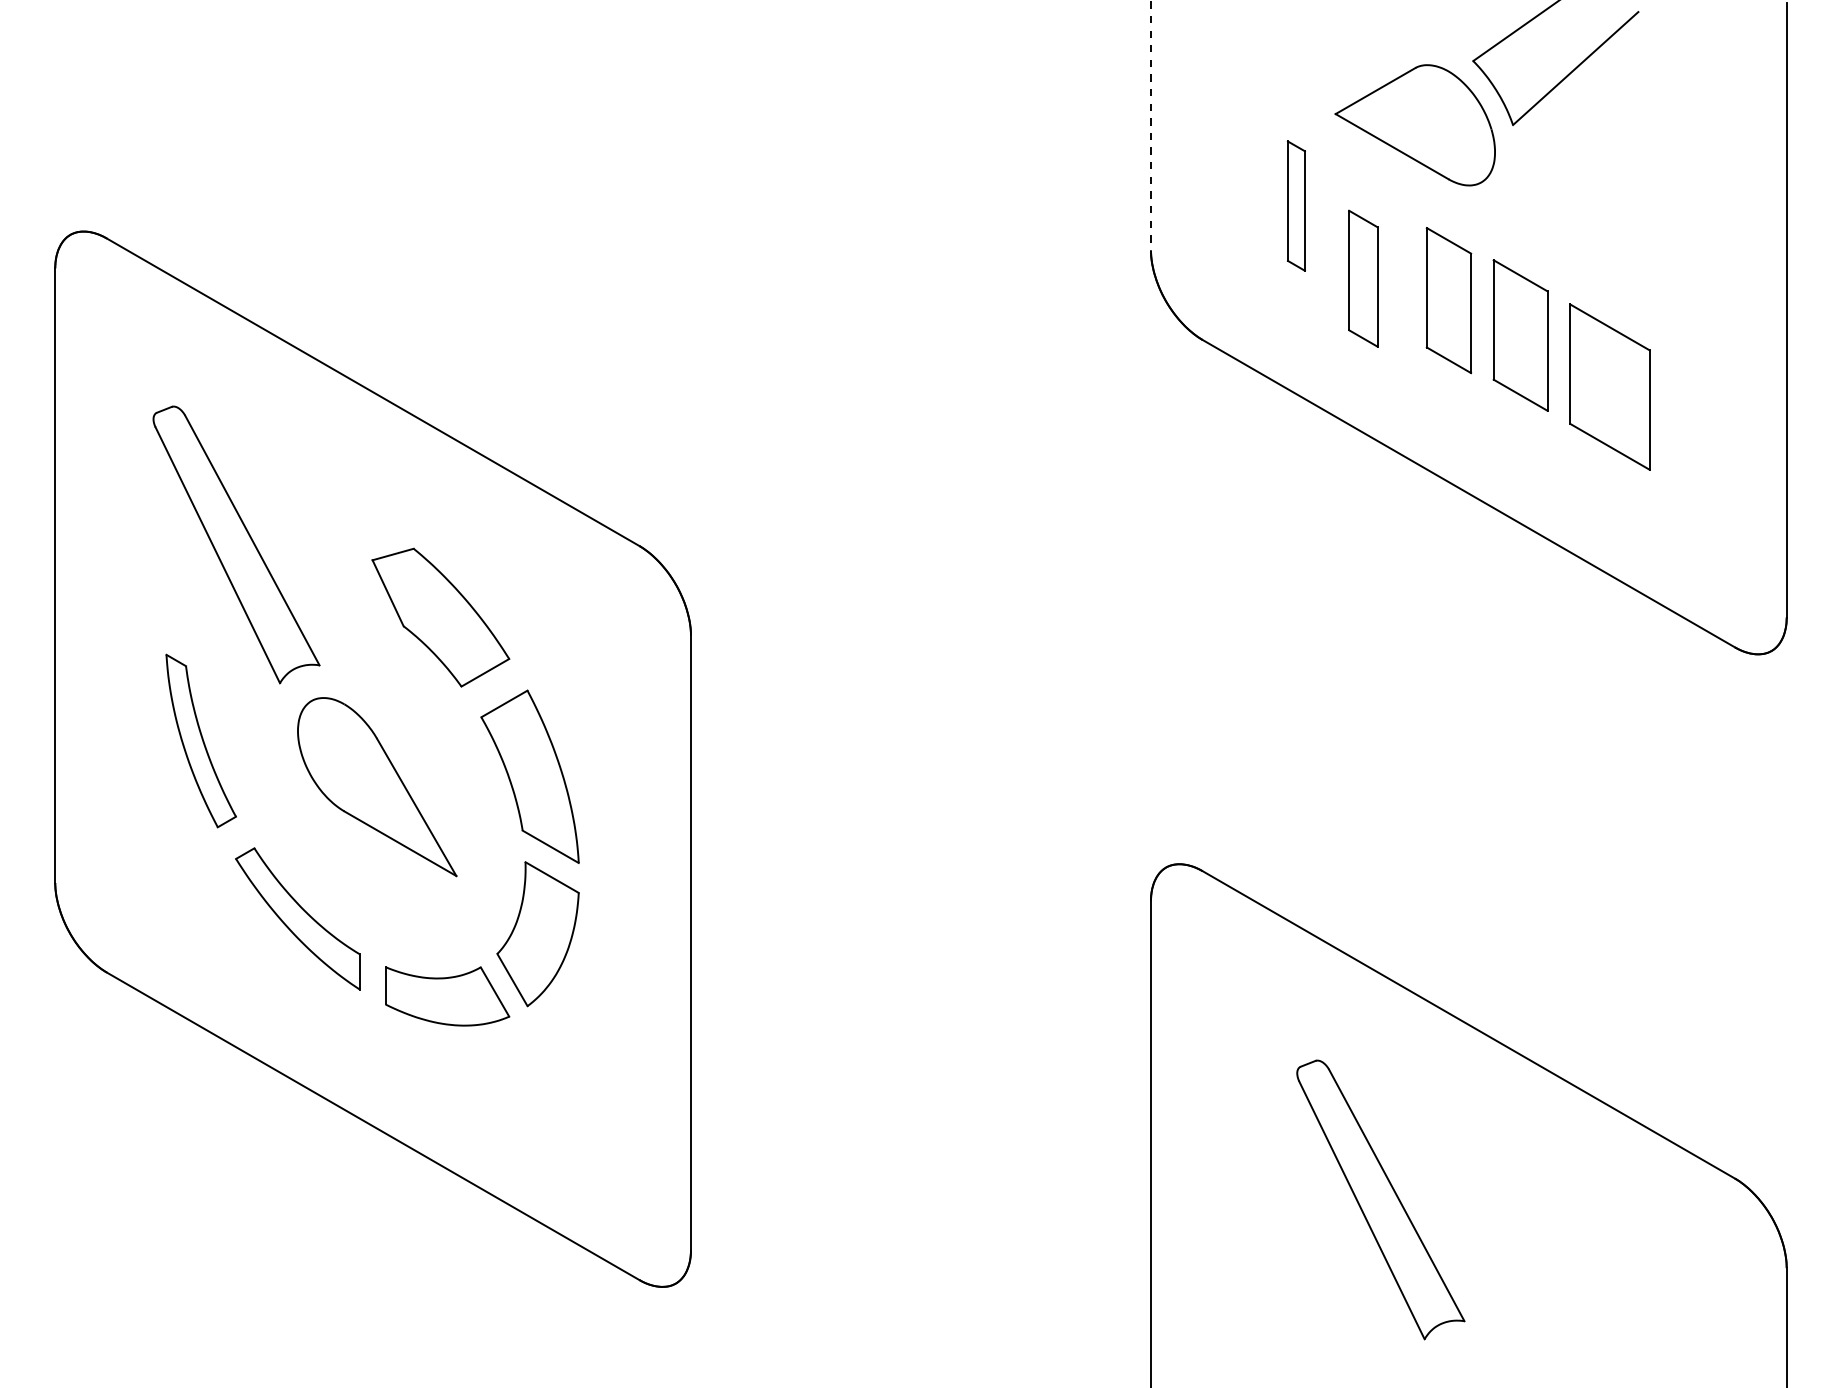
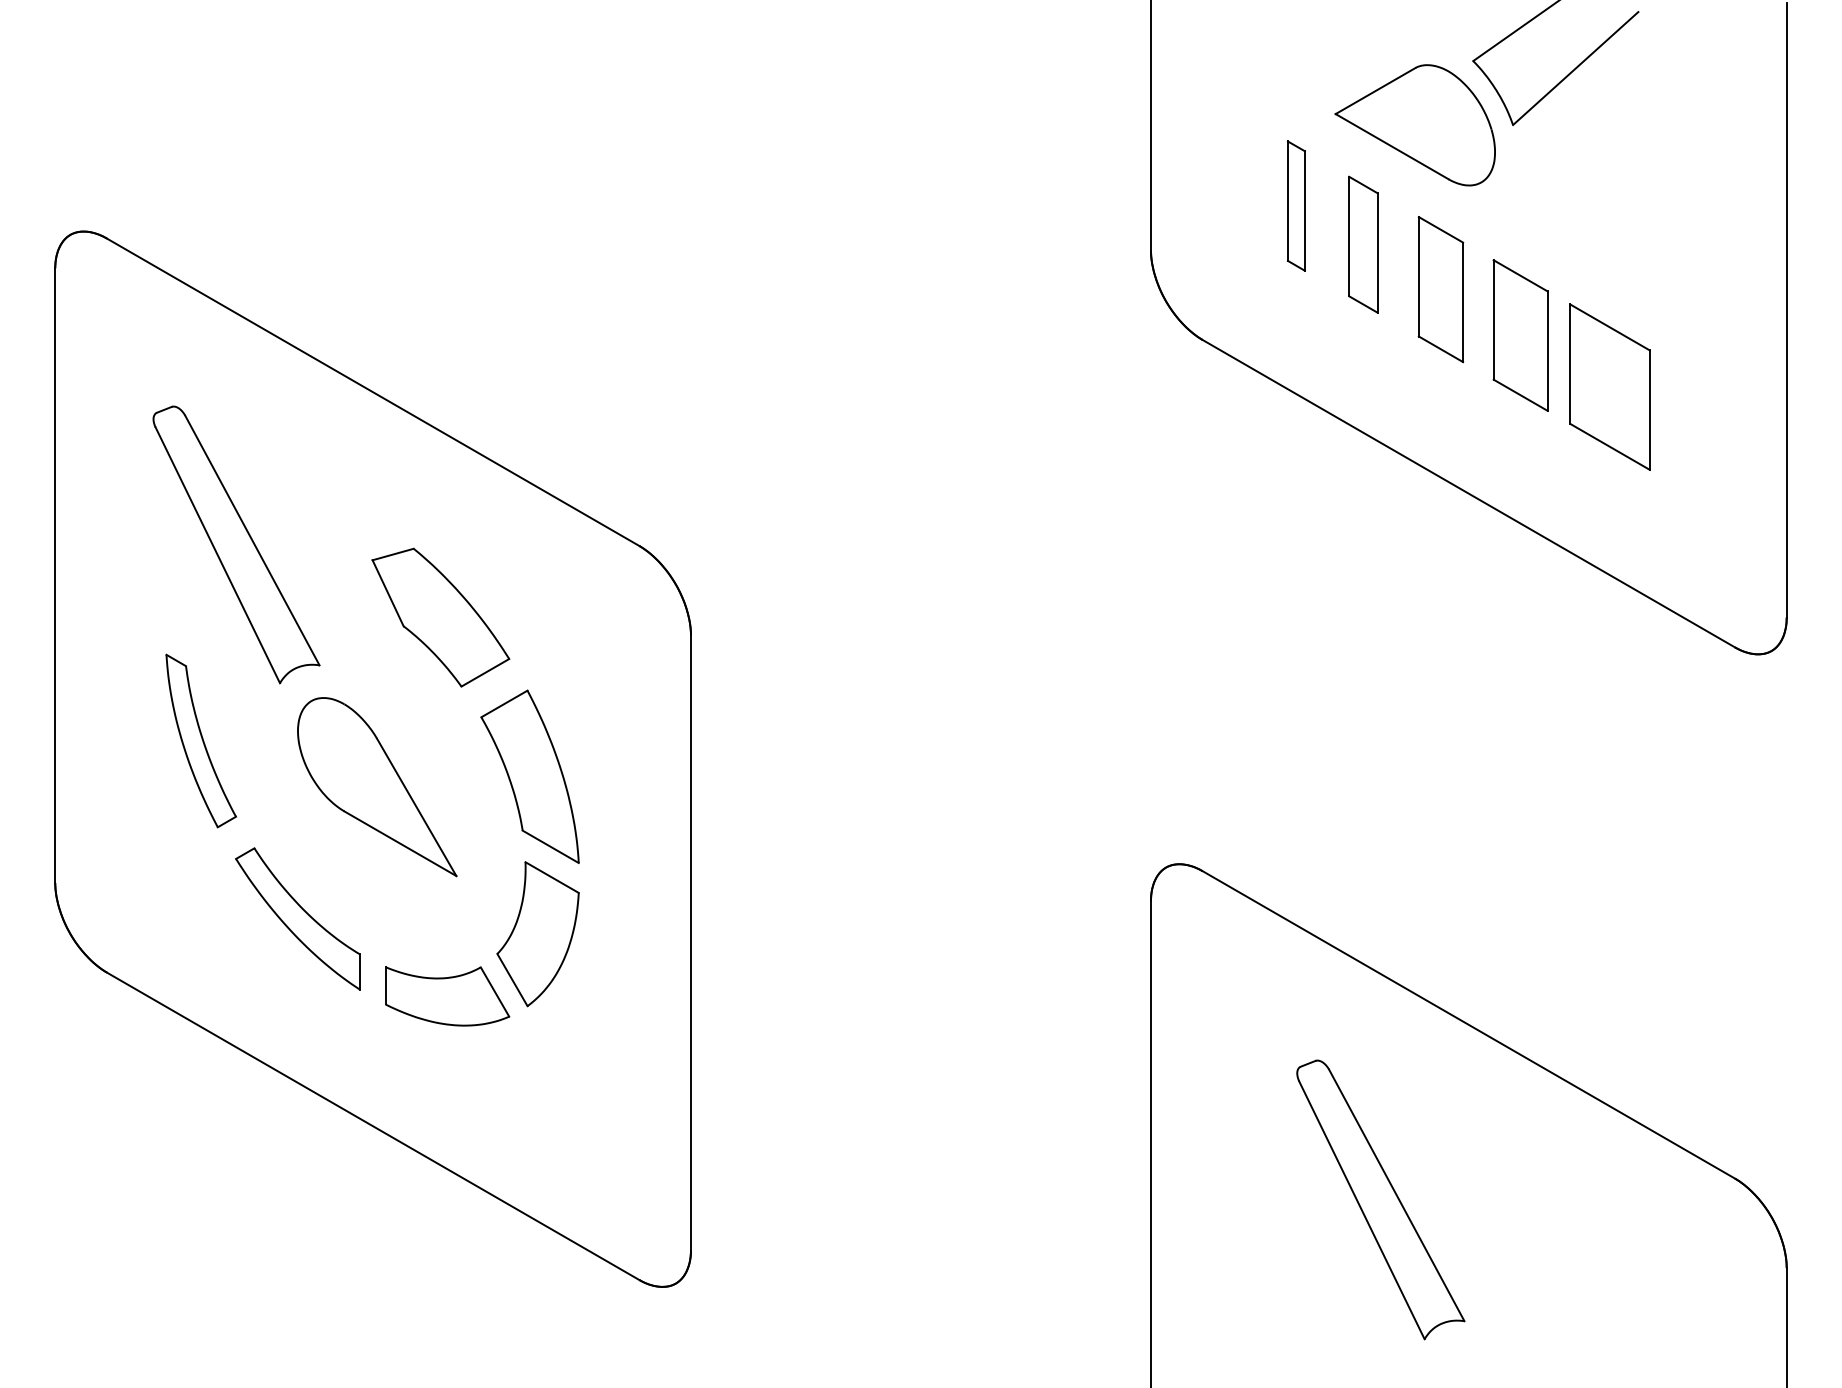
line at (1150, 125): dashed -> solid
part at (1363, 278) position: (1363, 278) -> (1363, 244)
part at (1448, 300) position: (1448, 300) -> (1440, 289)
